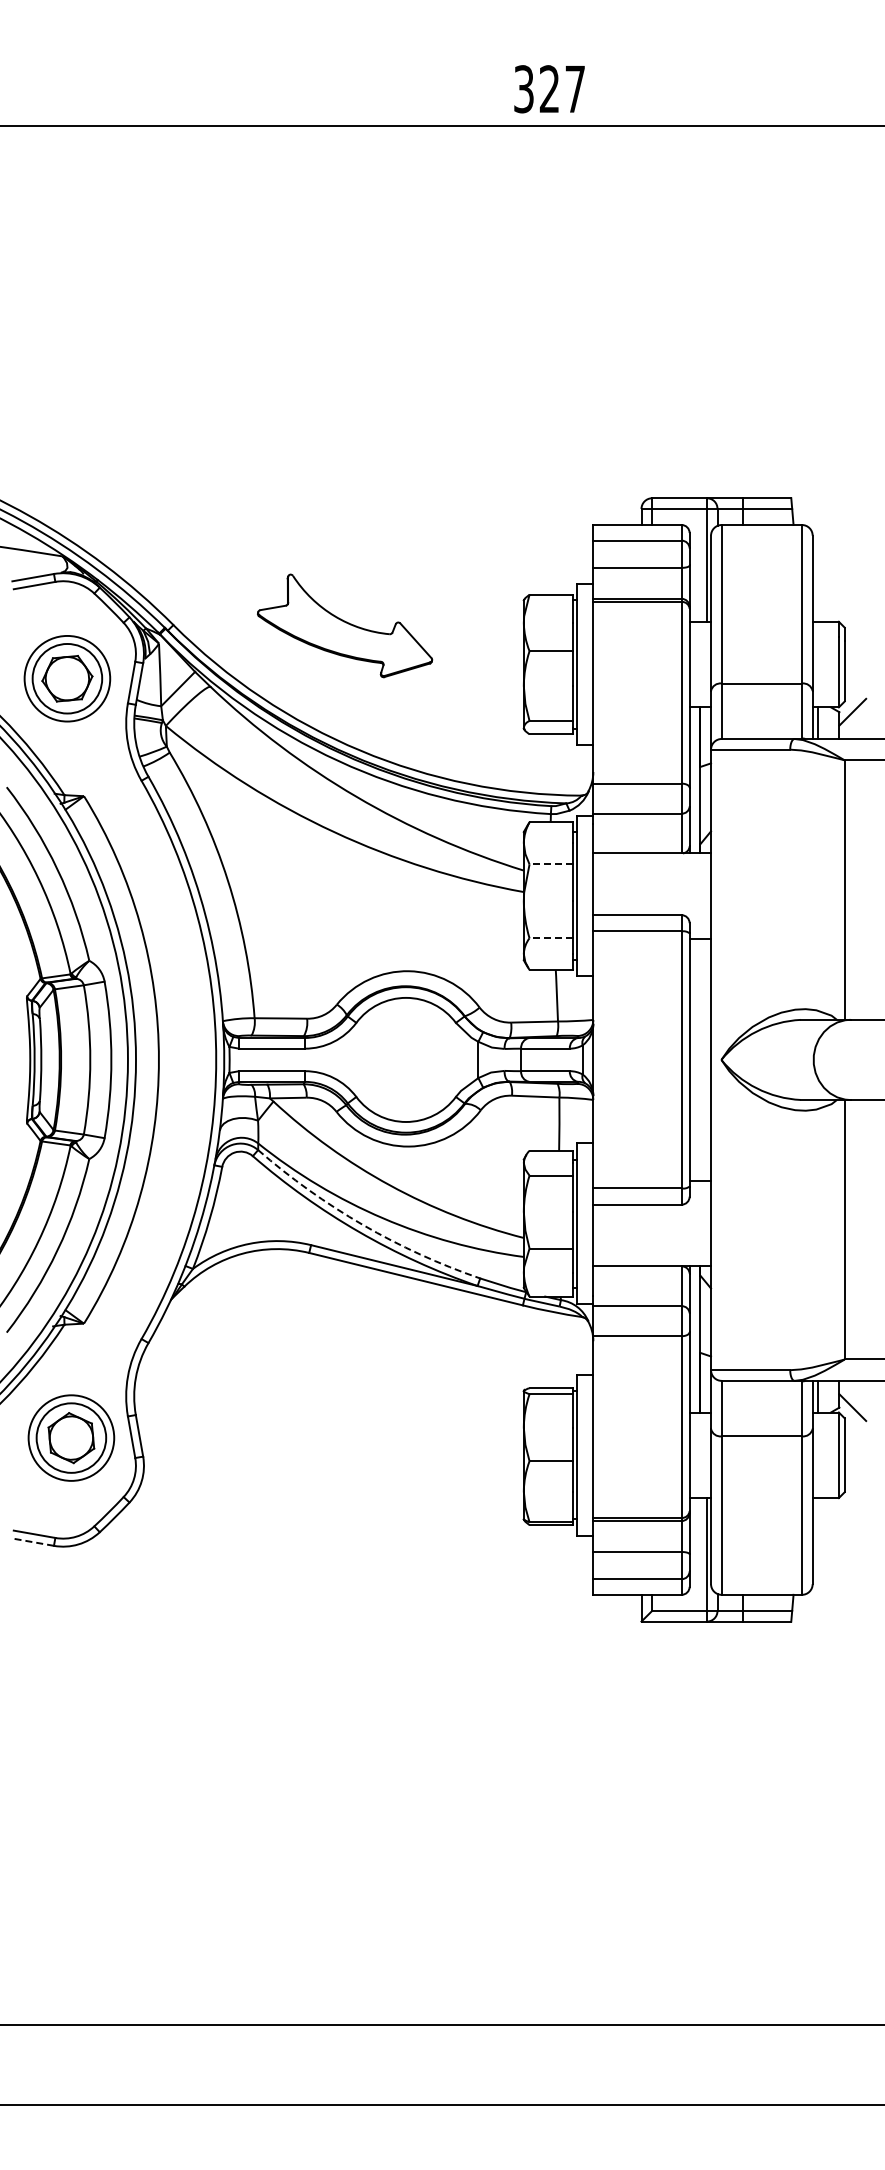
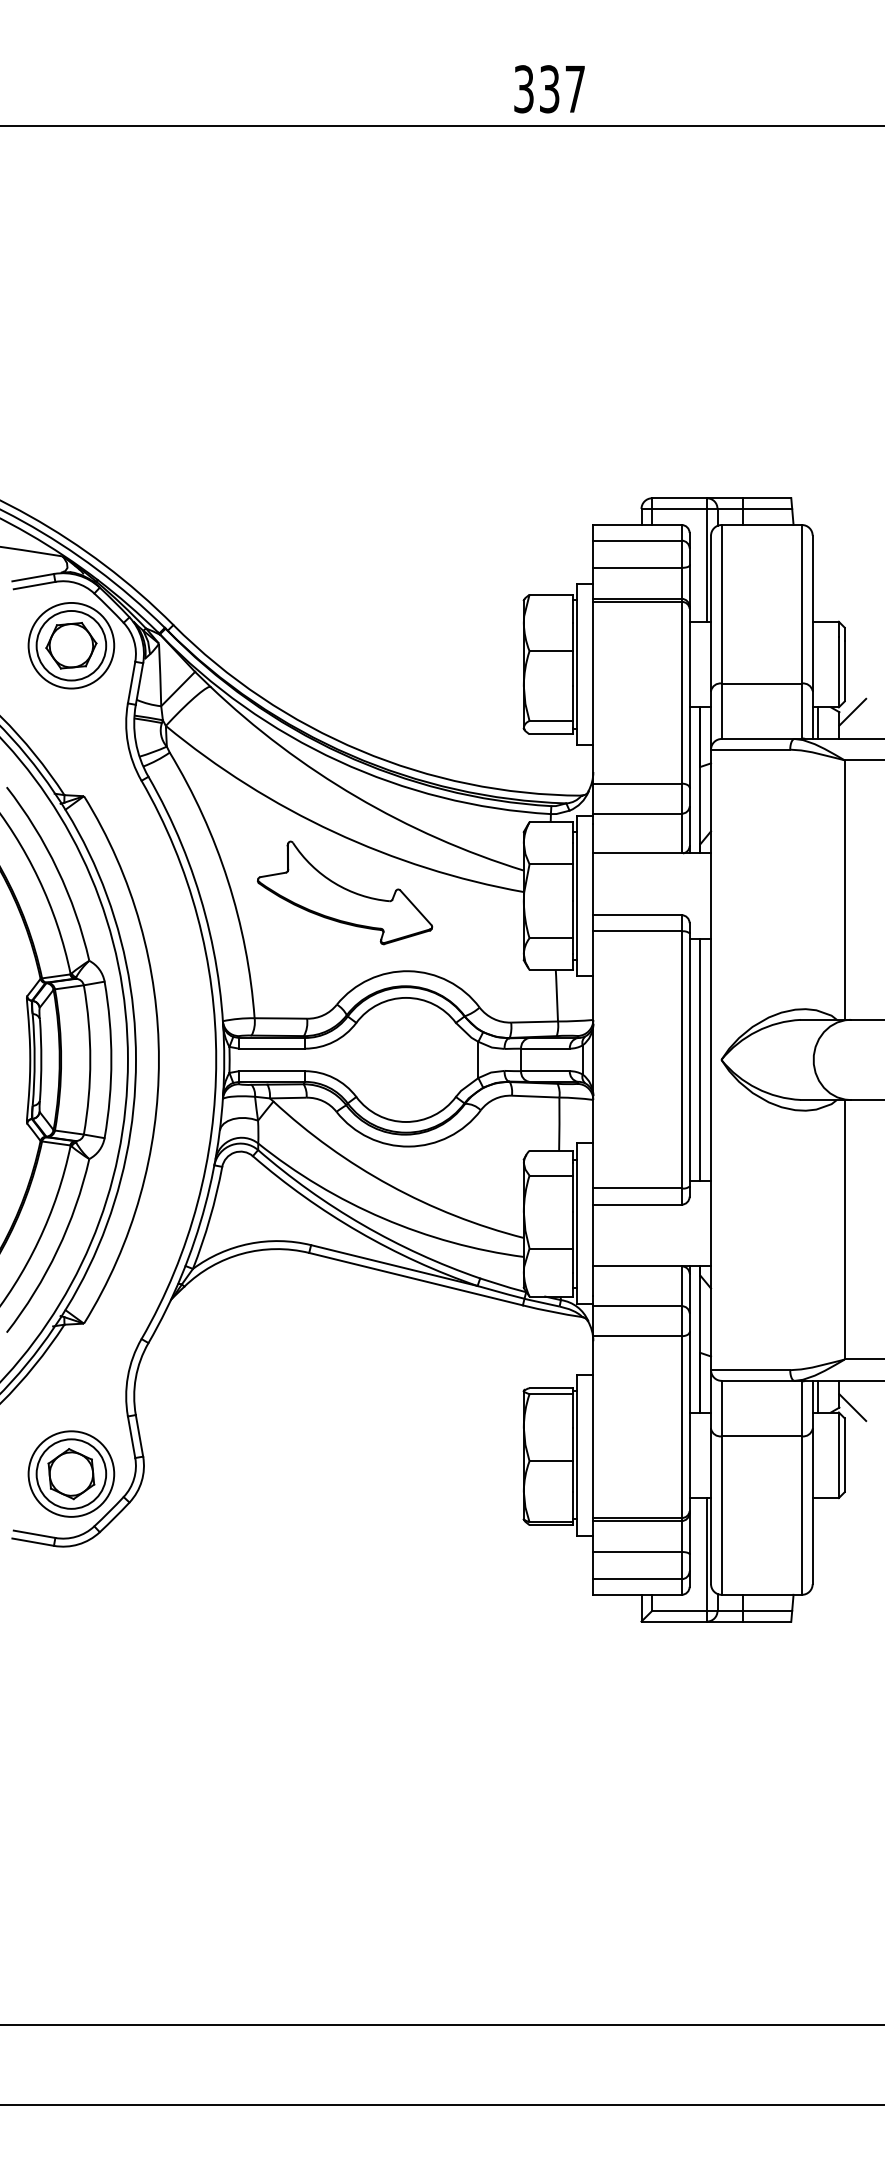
text at (549, 89): 327 -> 337
part at (345, 625) position: (345, 625) -> (345, 892)
part at (67, 678) position: (67, 678) -> (71, 645)
line at (551, 864): dashed -> solid
line at (551, 938): dashed -> solid
line at (700, 1059): none -> present
arc at (362, 1224): dashed -> solid
part at (71, 1437) position: (71, 1437) -> (71, 1473)
line at (32, 1542): dashed -> solid
